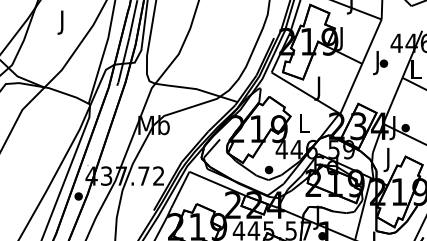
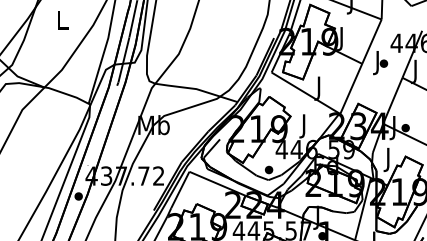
text at (62, 22): J -> L
text at (416, 71): L -> J
text at (304, 126): L -> J
